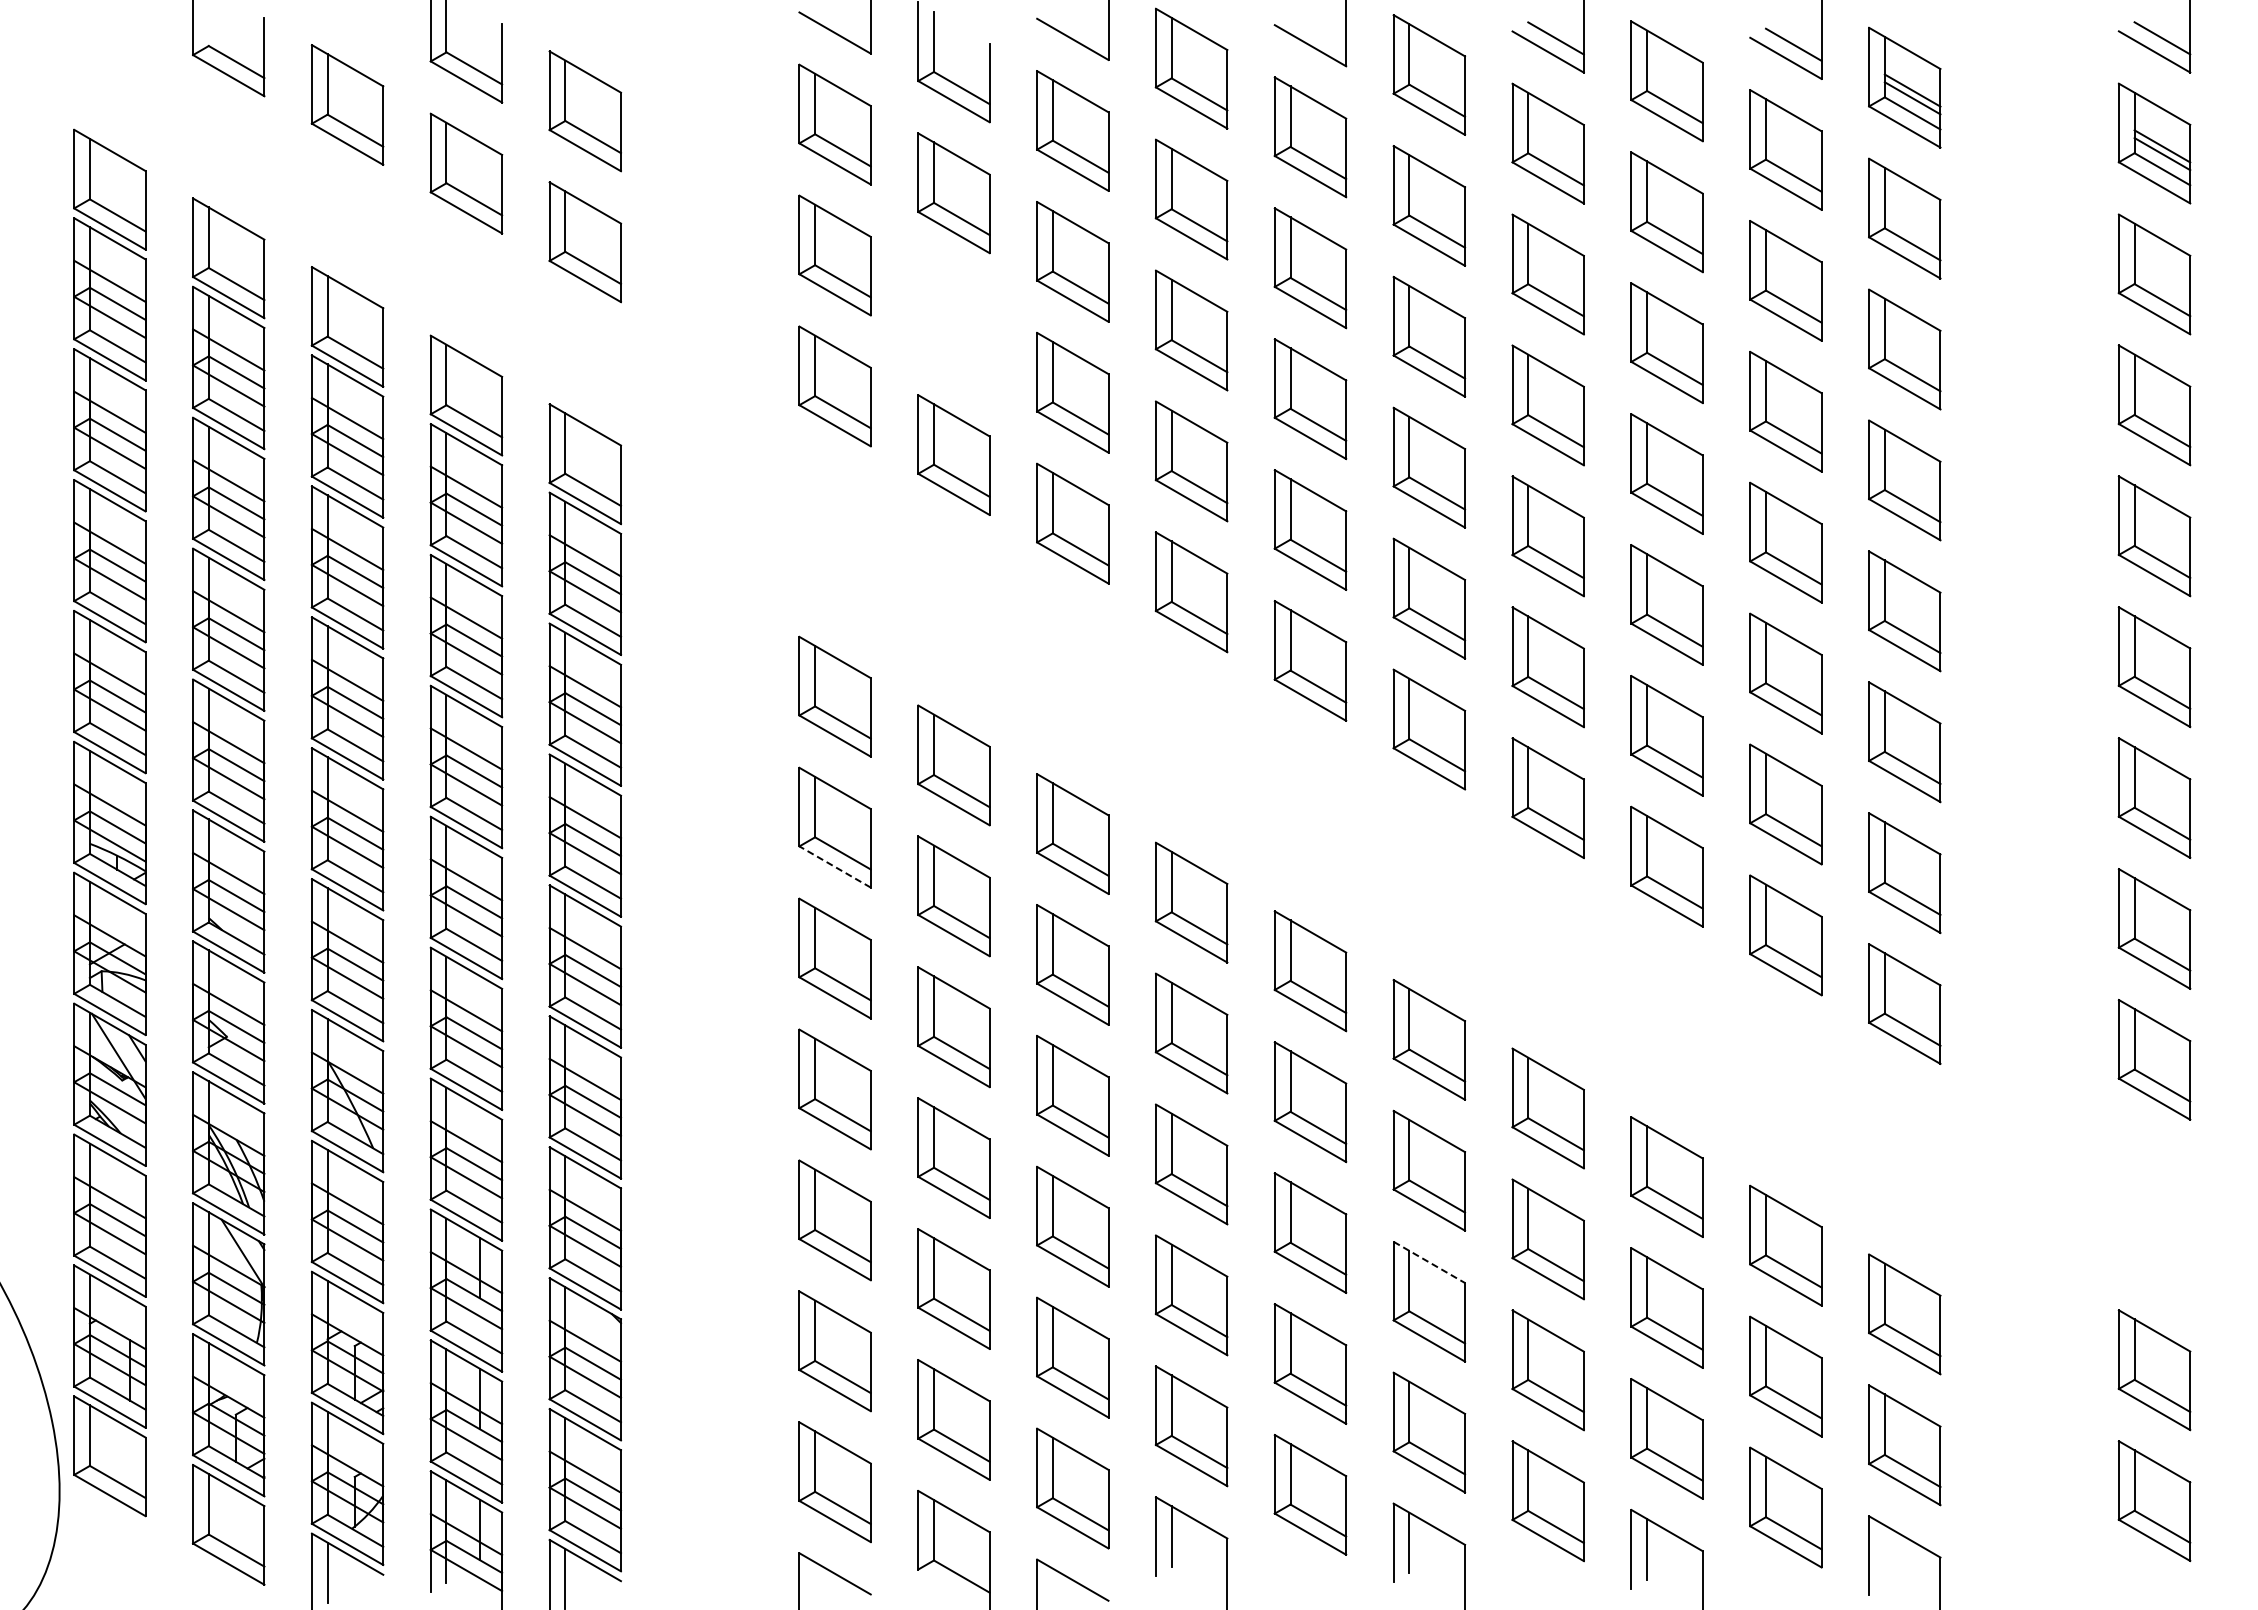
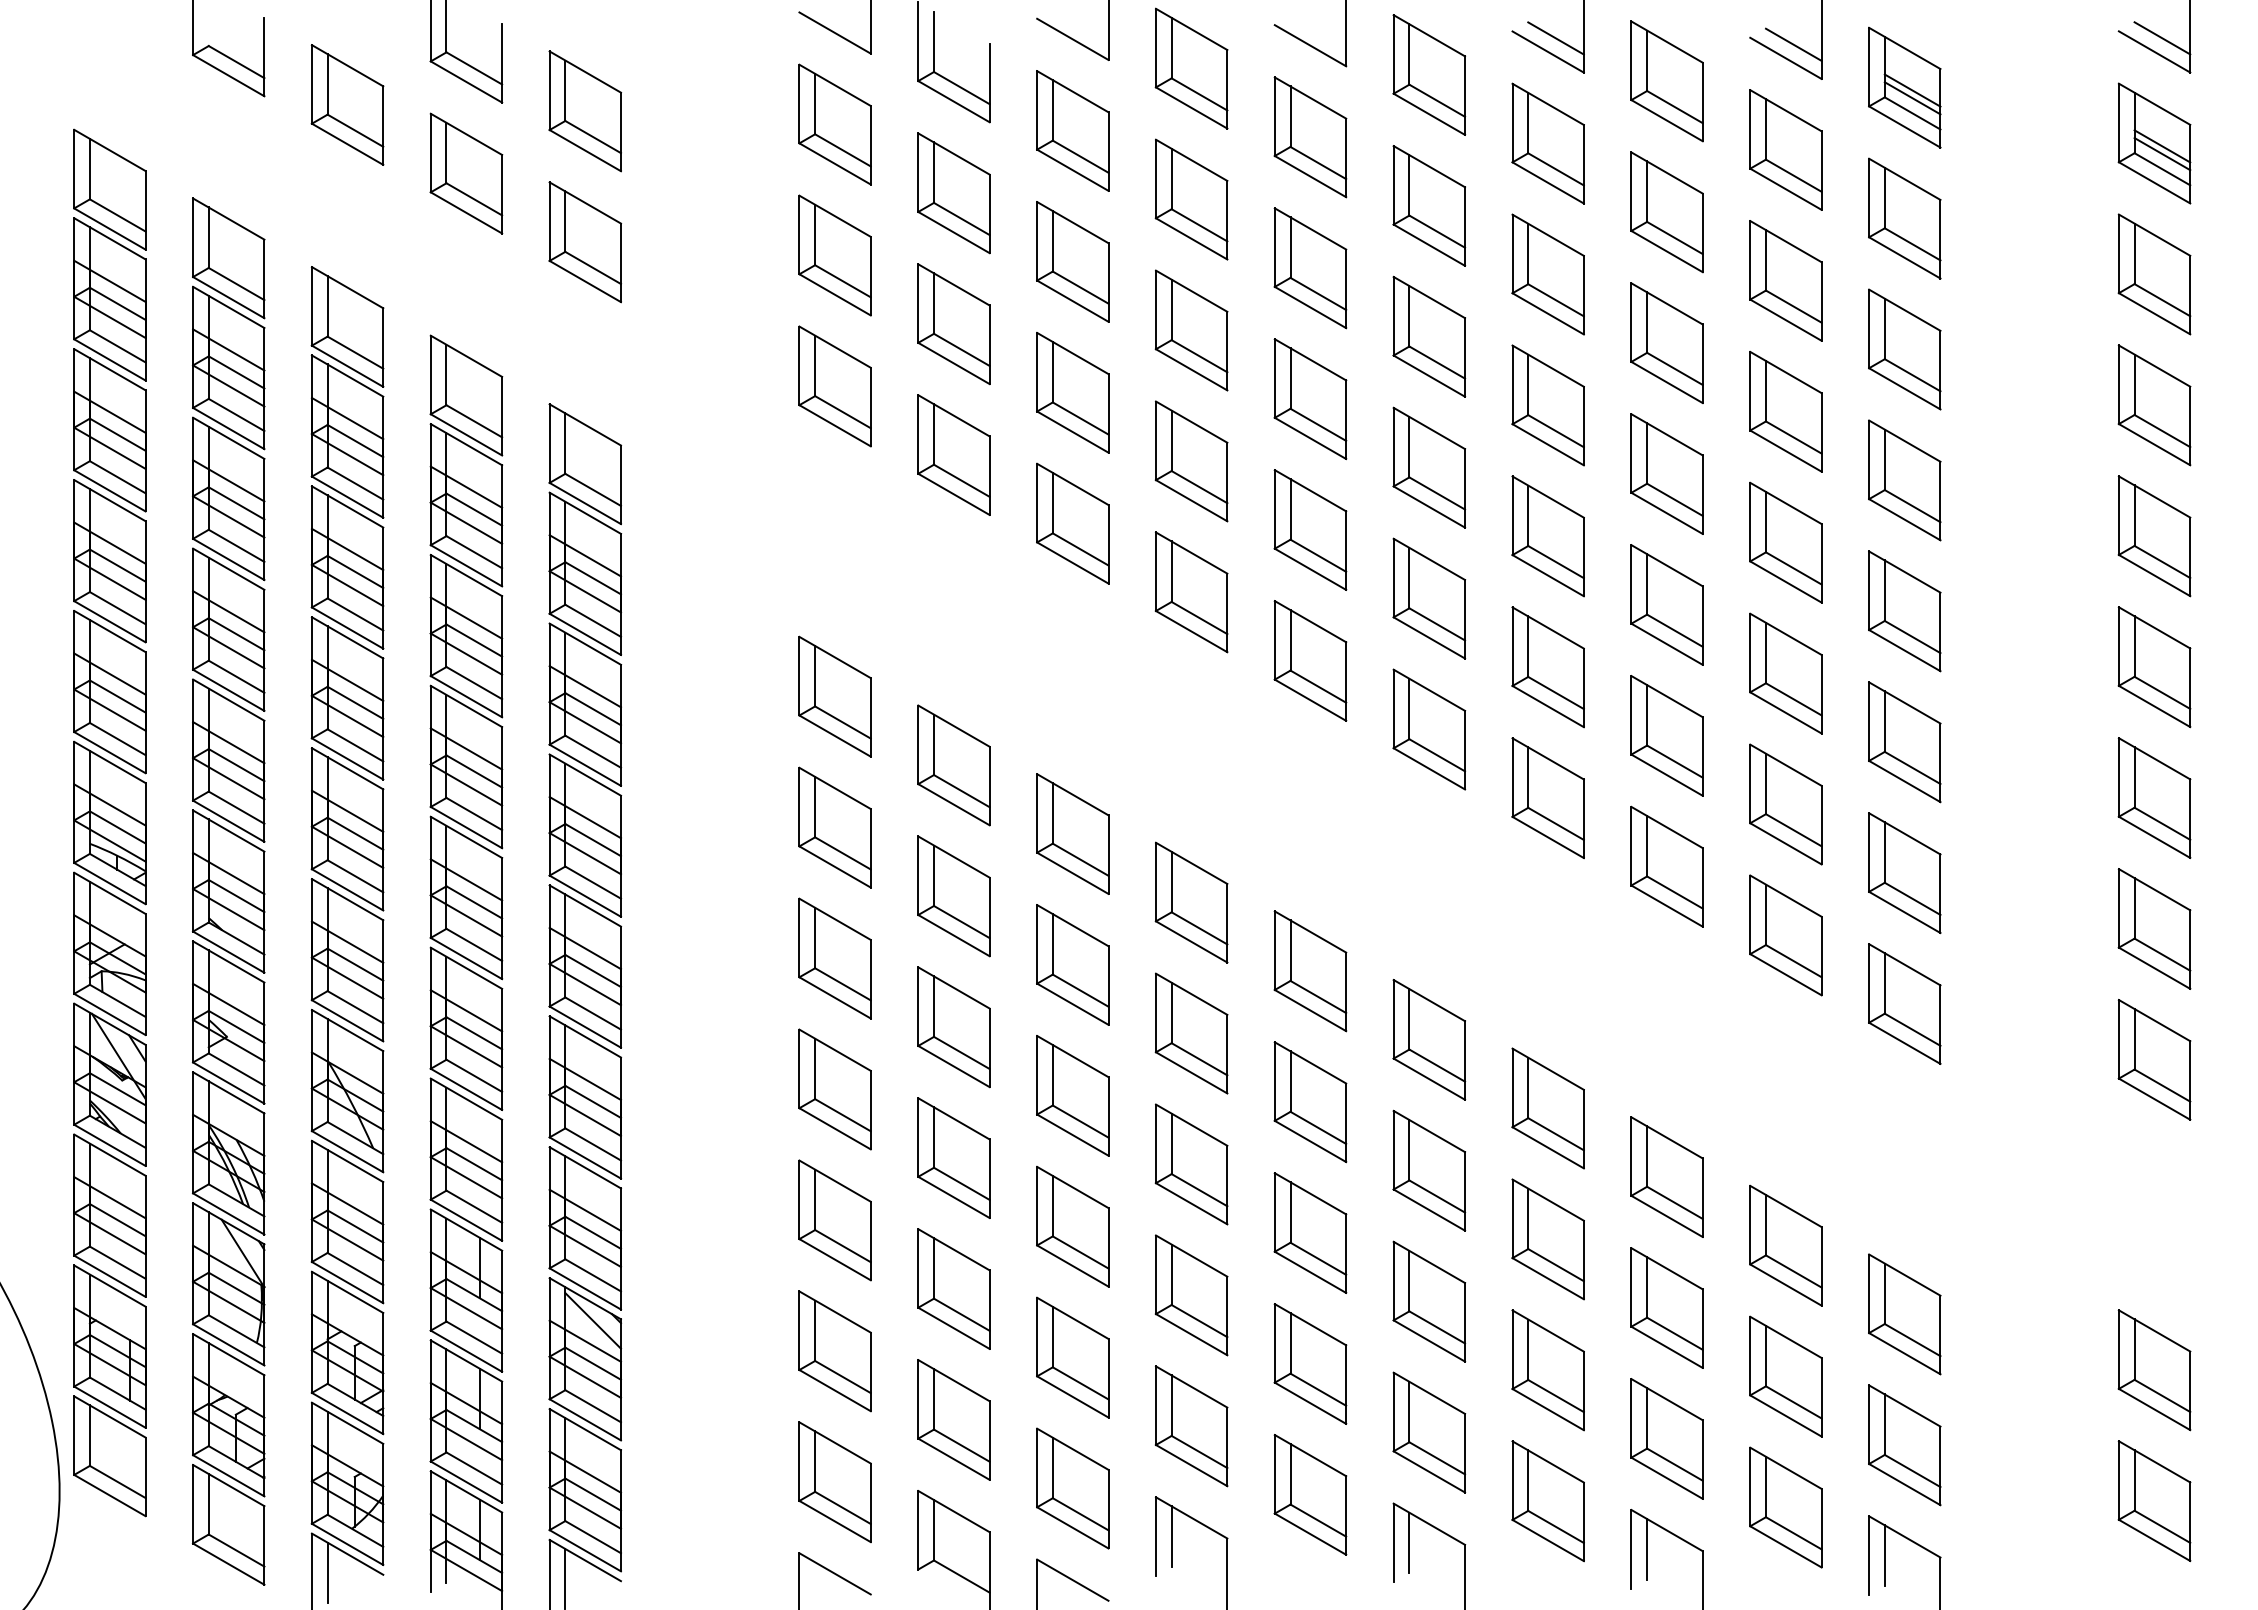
part at (953, 324): none -> present
line at (834, 866): dashed -> solid
line at (1429, 1262): dashed -> solid
line at (593, 1320): none -> present
line at (1884, 1555): none -> present
